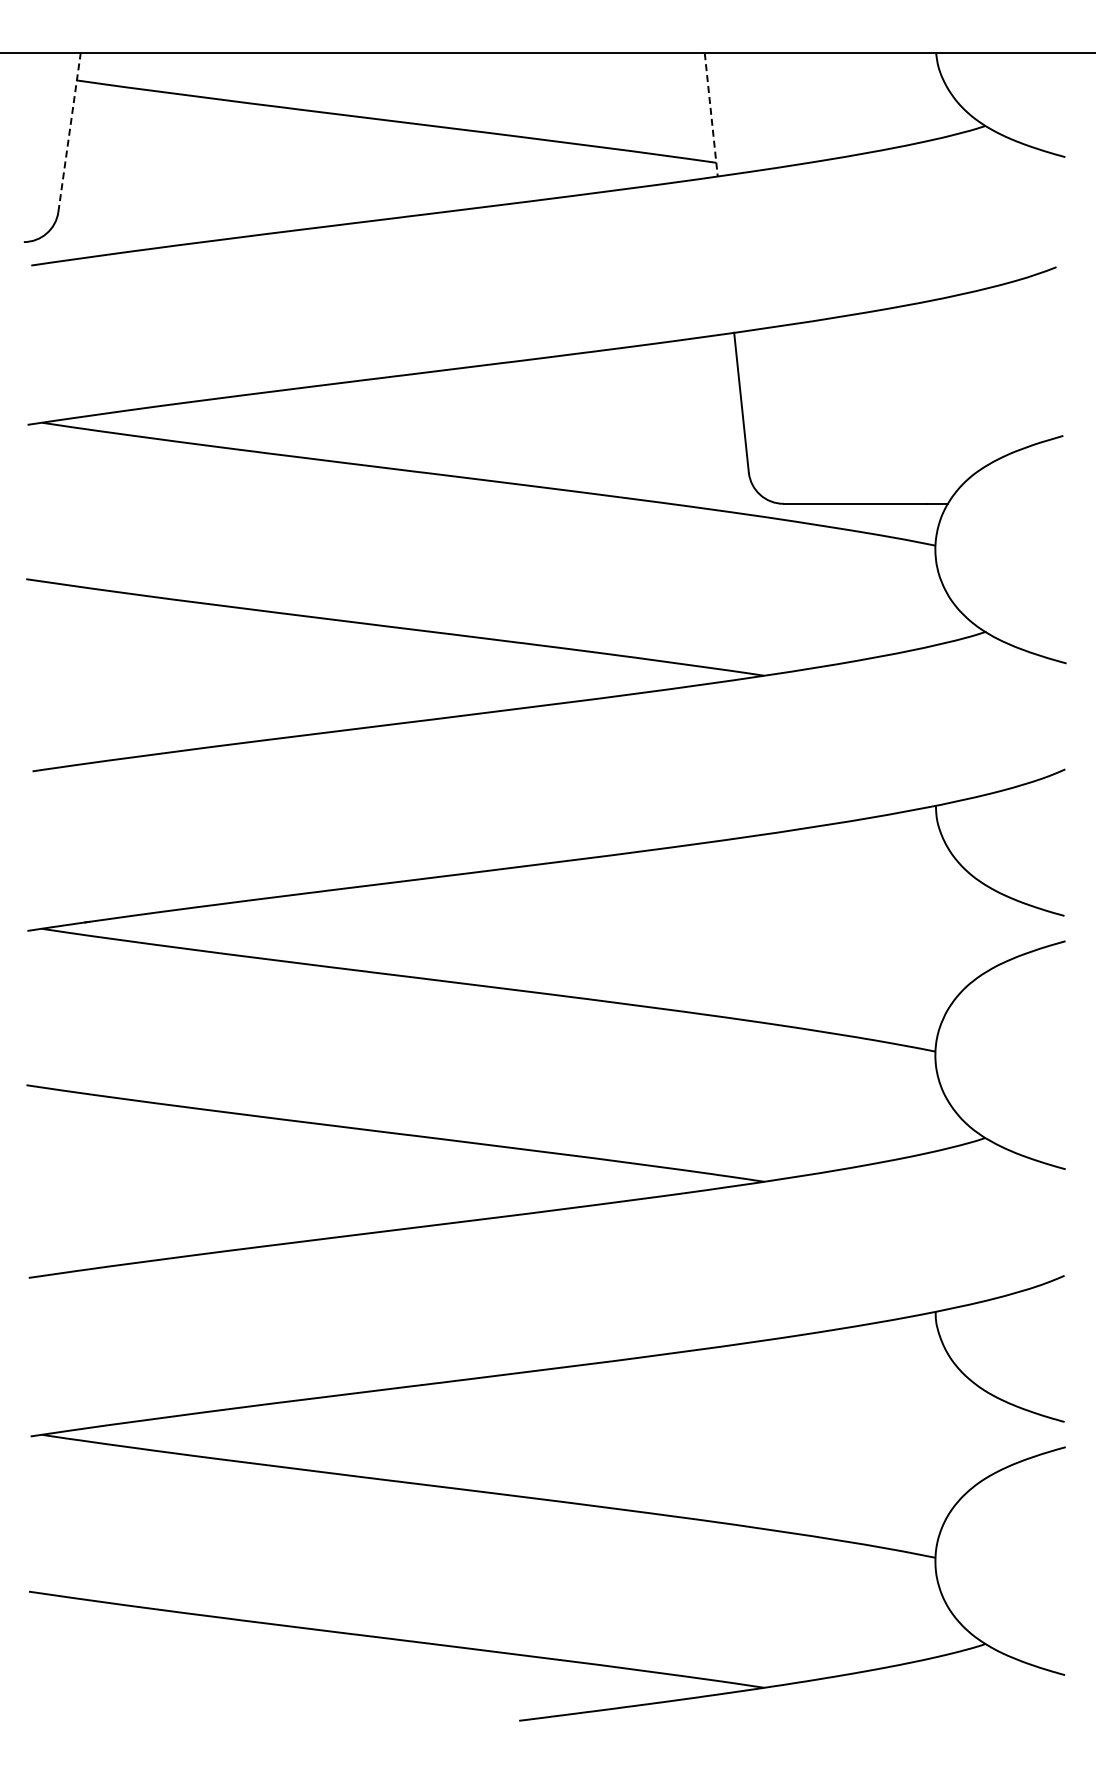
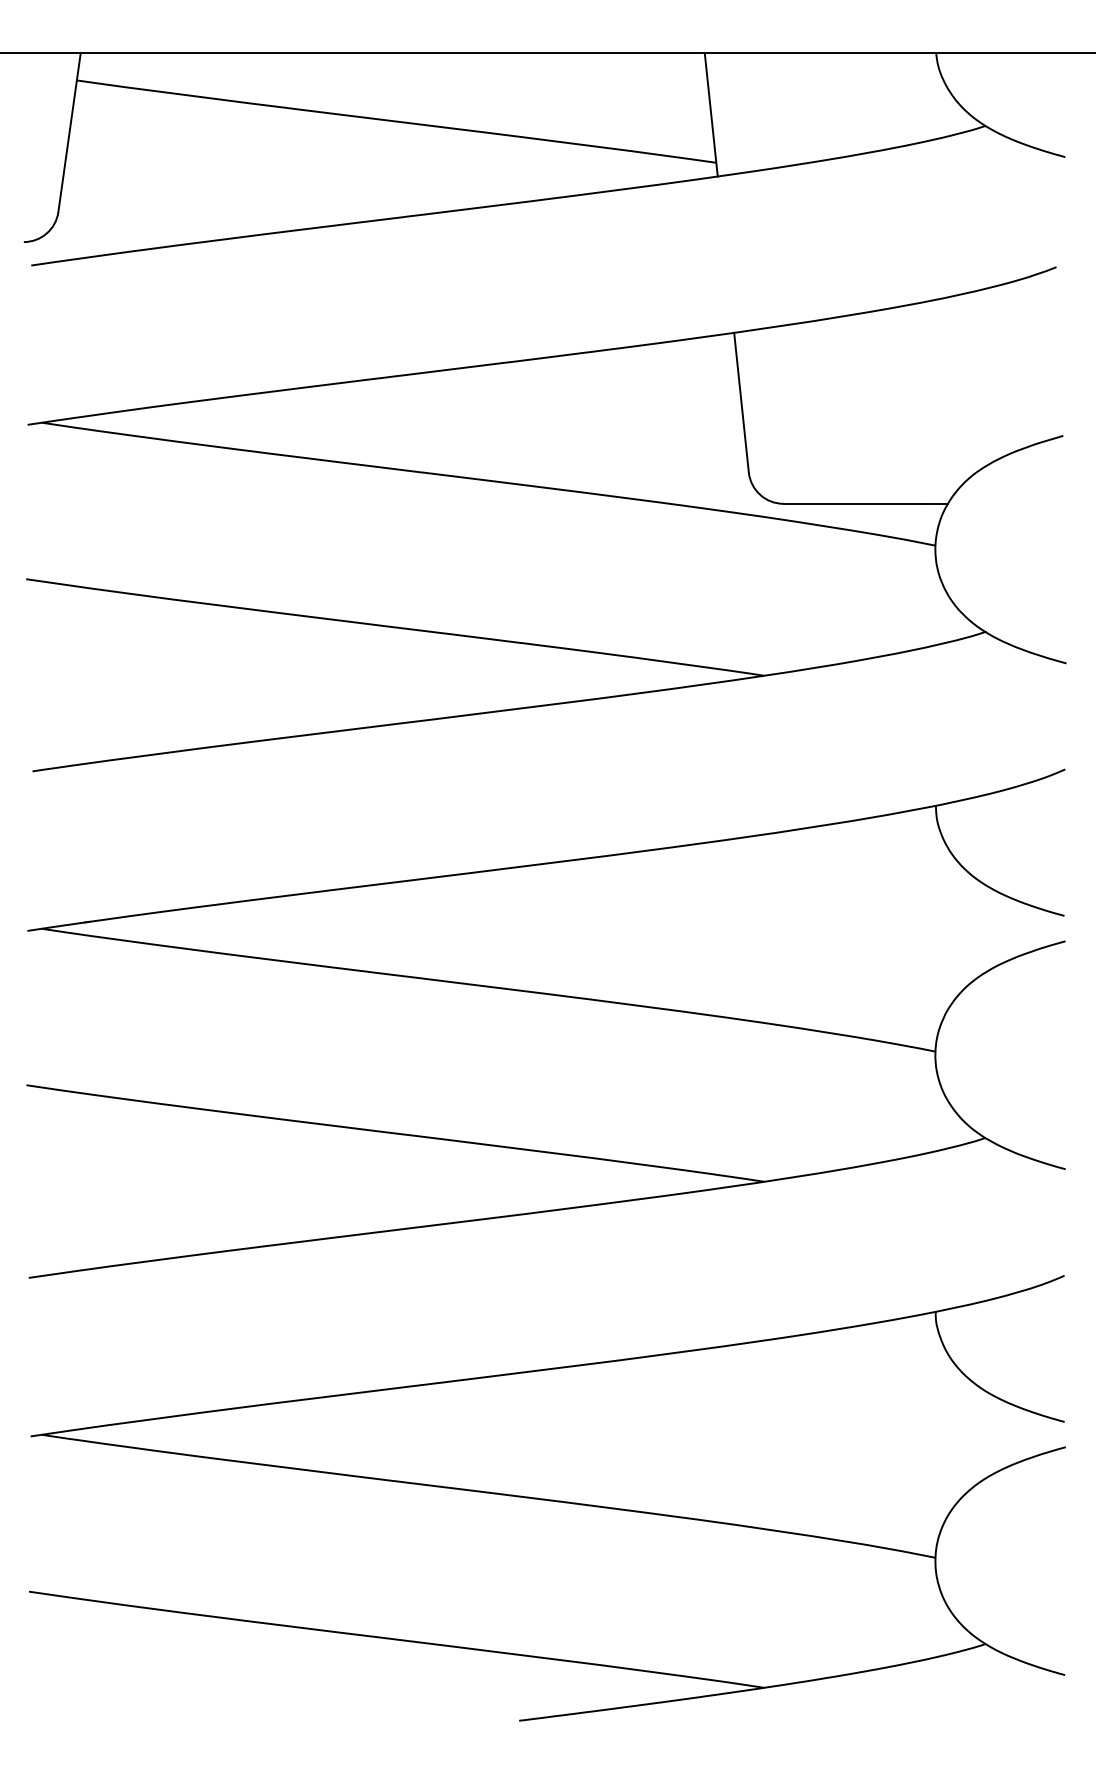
line at (711, 115): dashed -> solid
line at (69, 132): dashed -> solid
